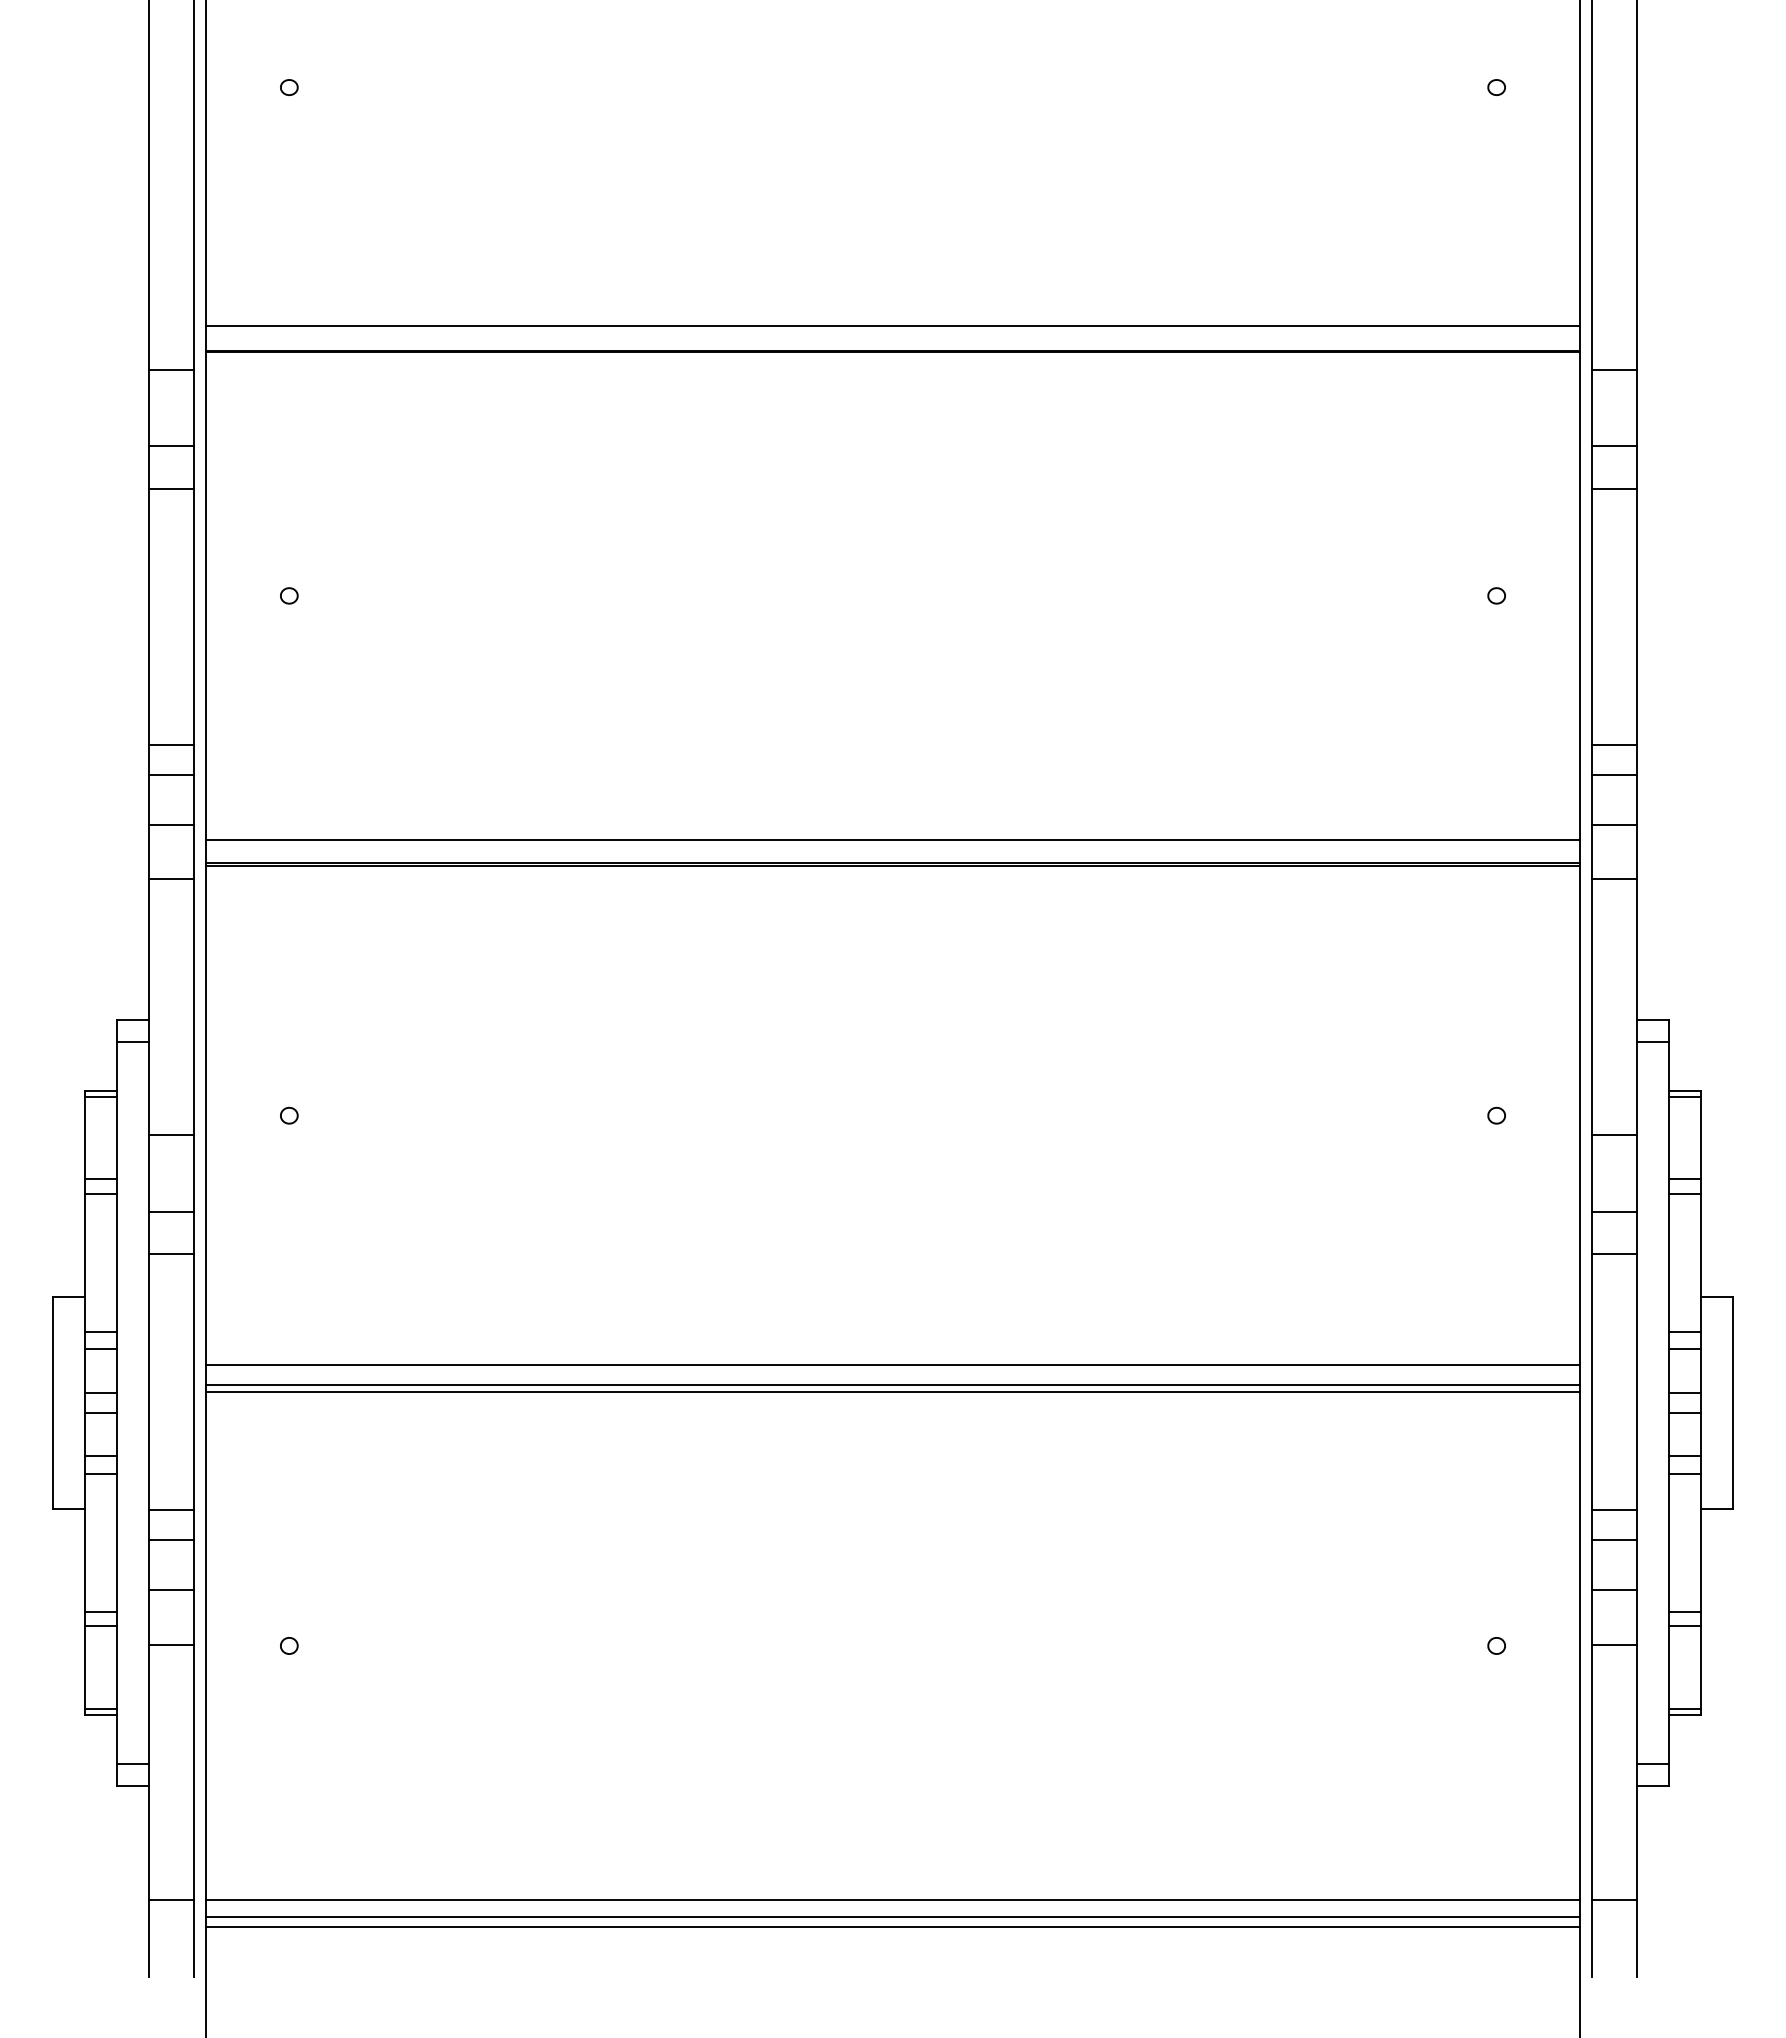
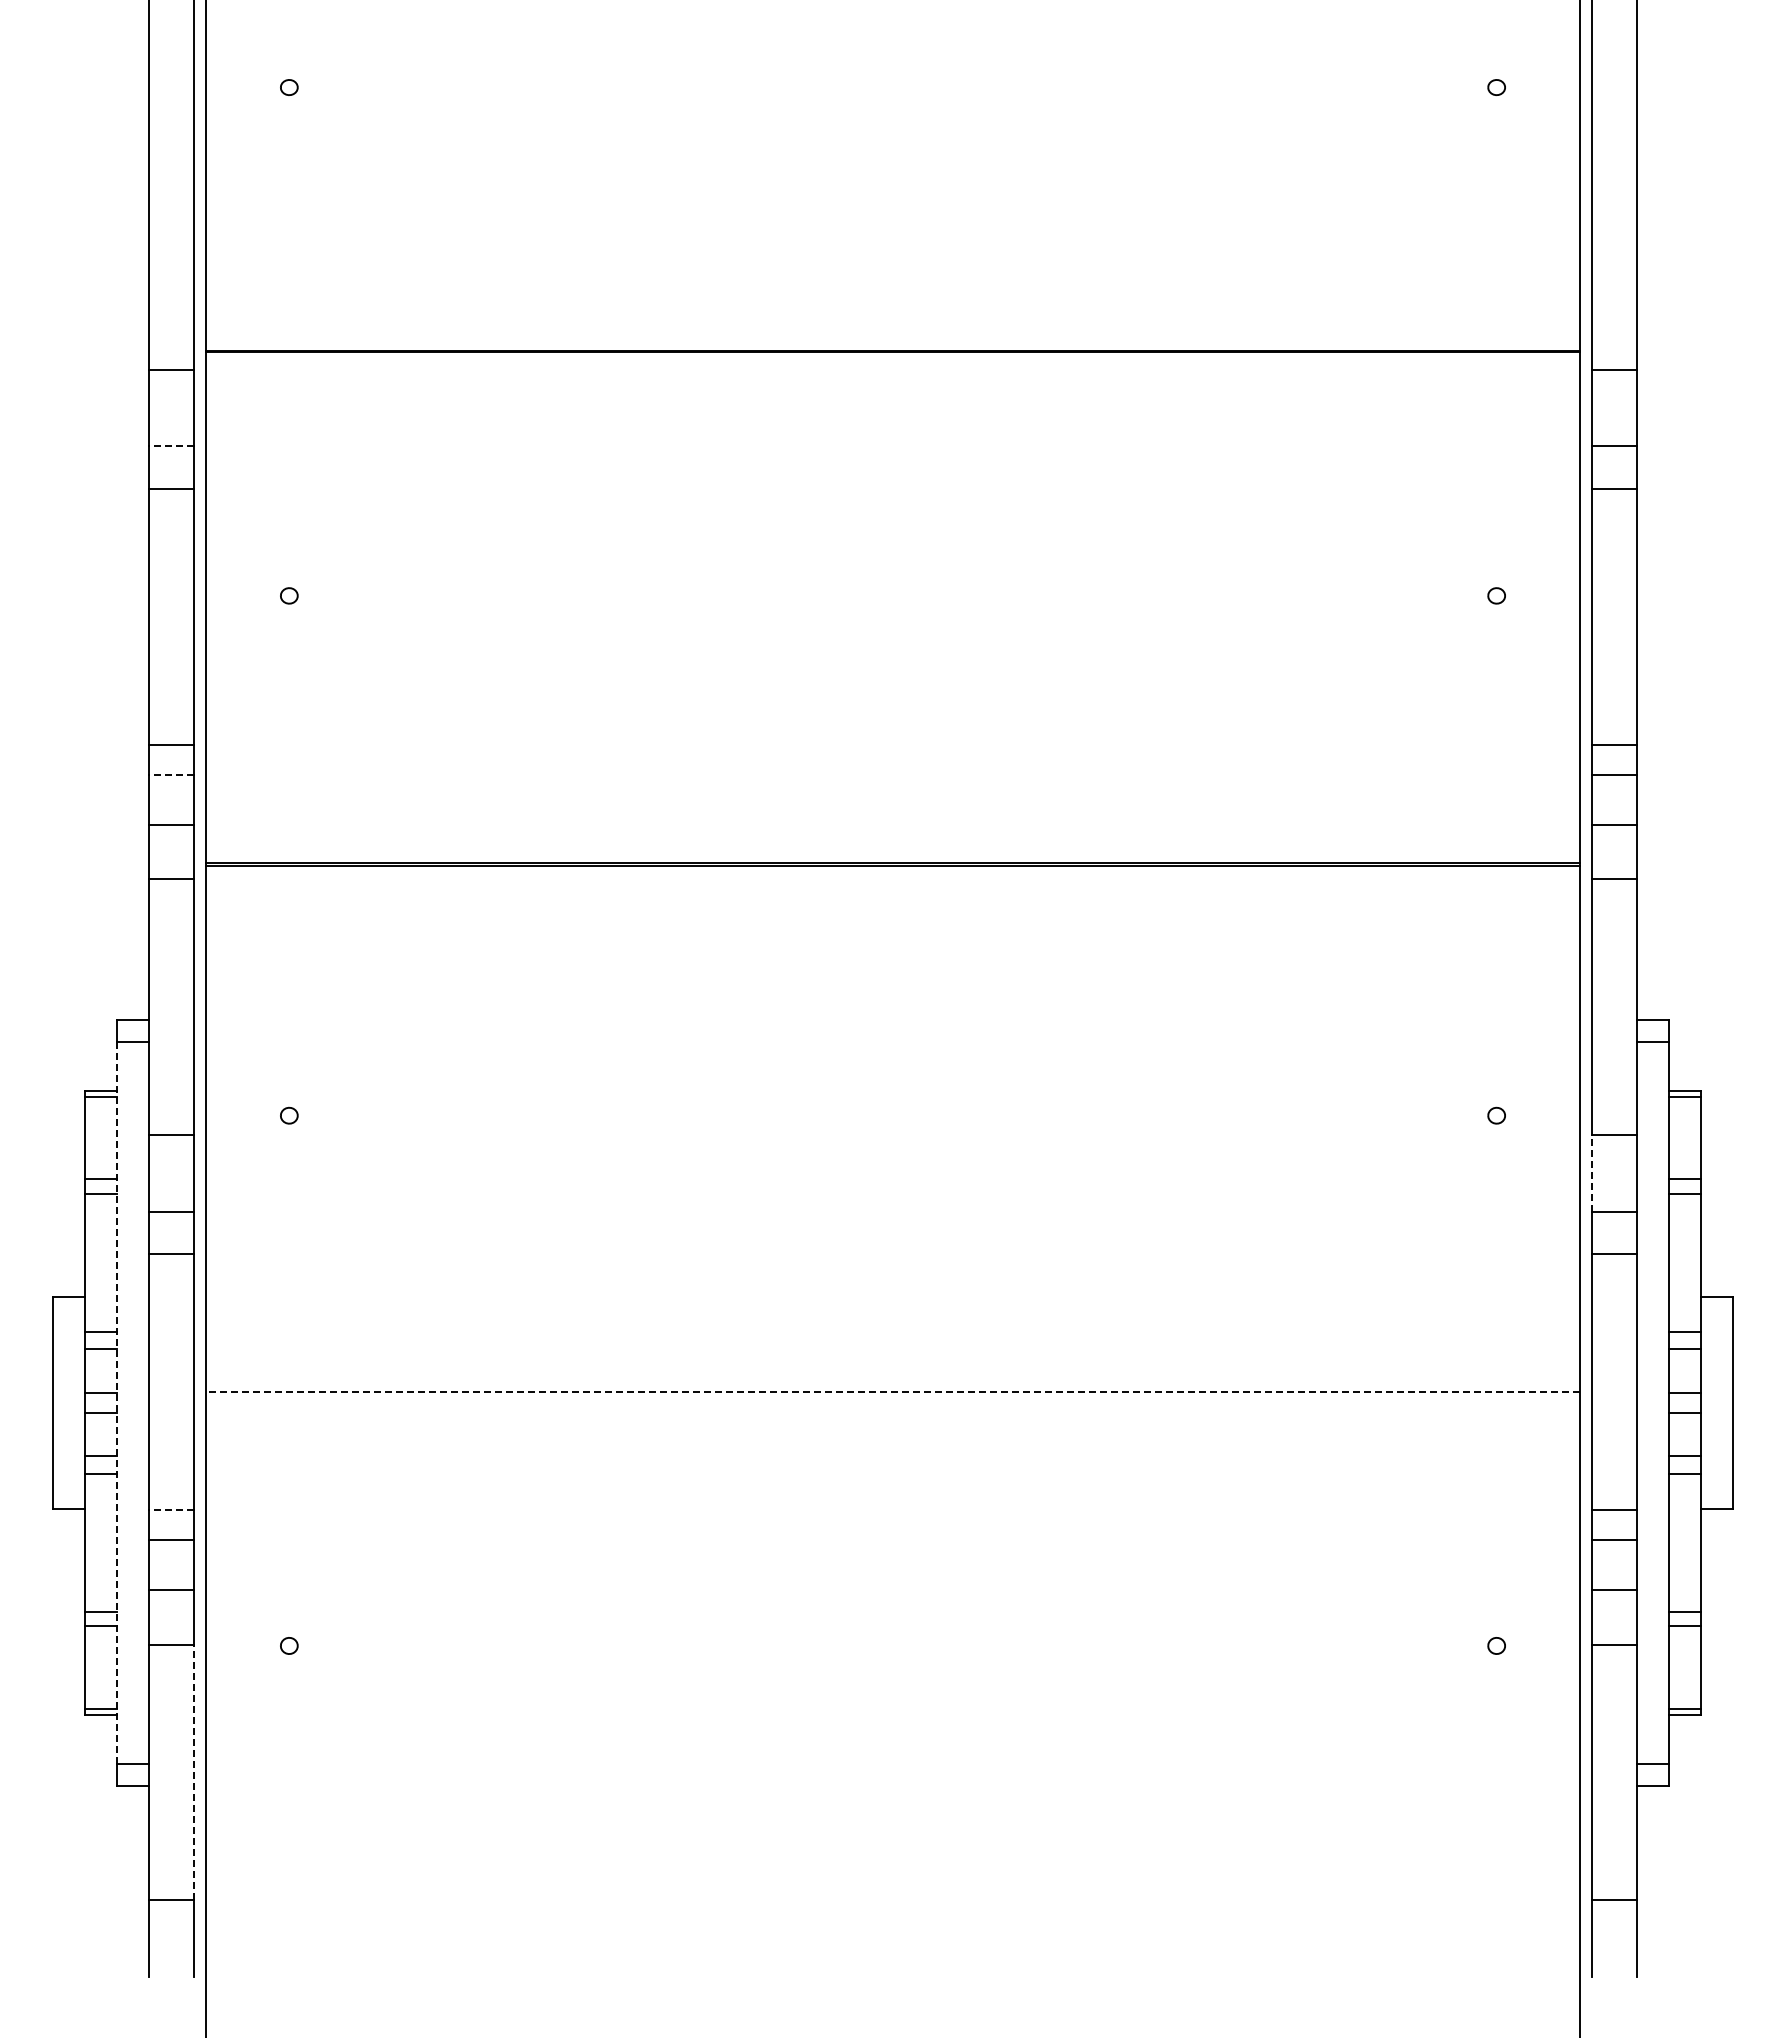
line at (892, 325): present -> none
line at (170, 446): solid -> dashed
line at (170, 774): solid -> dashed
line at (892, 840): present -> none
line at (1592, 1172): solid -> dashed
line at (892, 1365): present -> none
line at (892, 1385): present -> none
line at (892, 1391): solid -> dashed
line at (117, 1403): solid -> dashed
line at (170, 1509): solid -> dashed
line at (193, 1772): solid -> dashed
line at (892, 1899): present -> none
line at (892, 1916): present -> none
line at (892, 1926): present -> none
